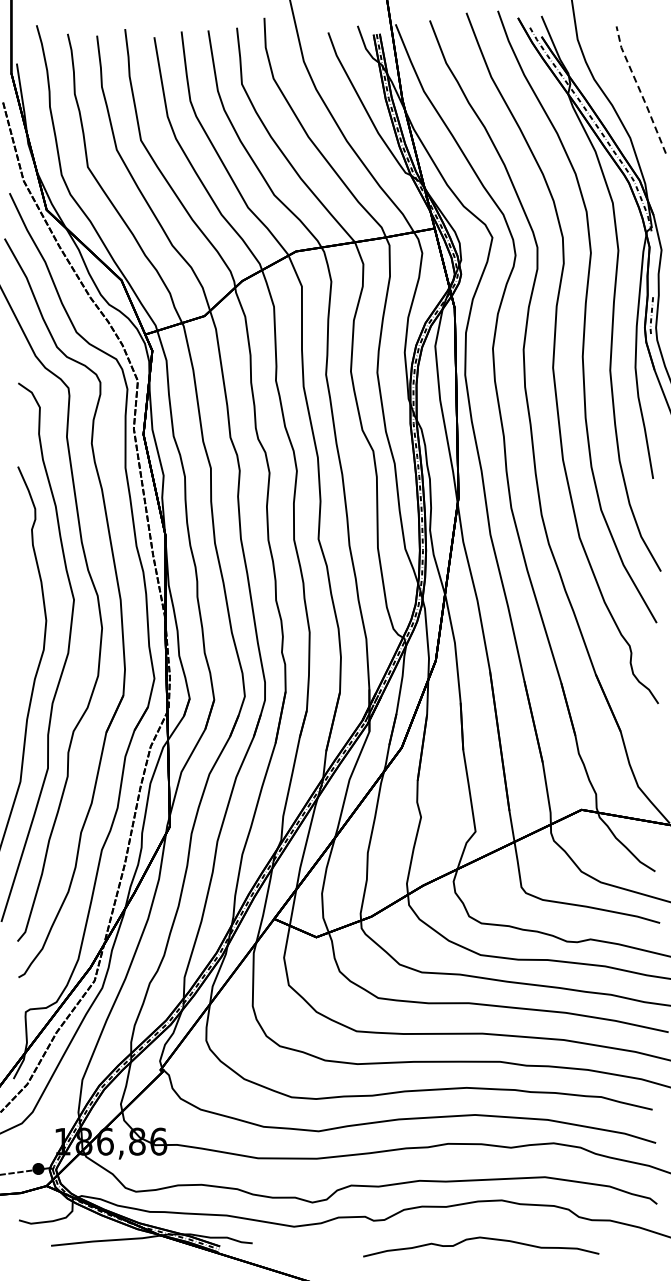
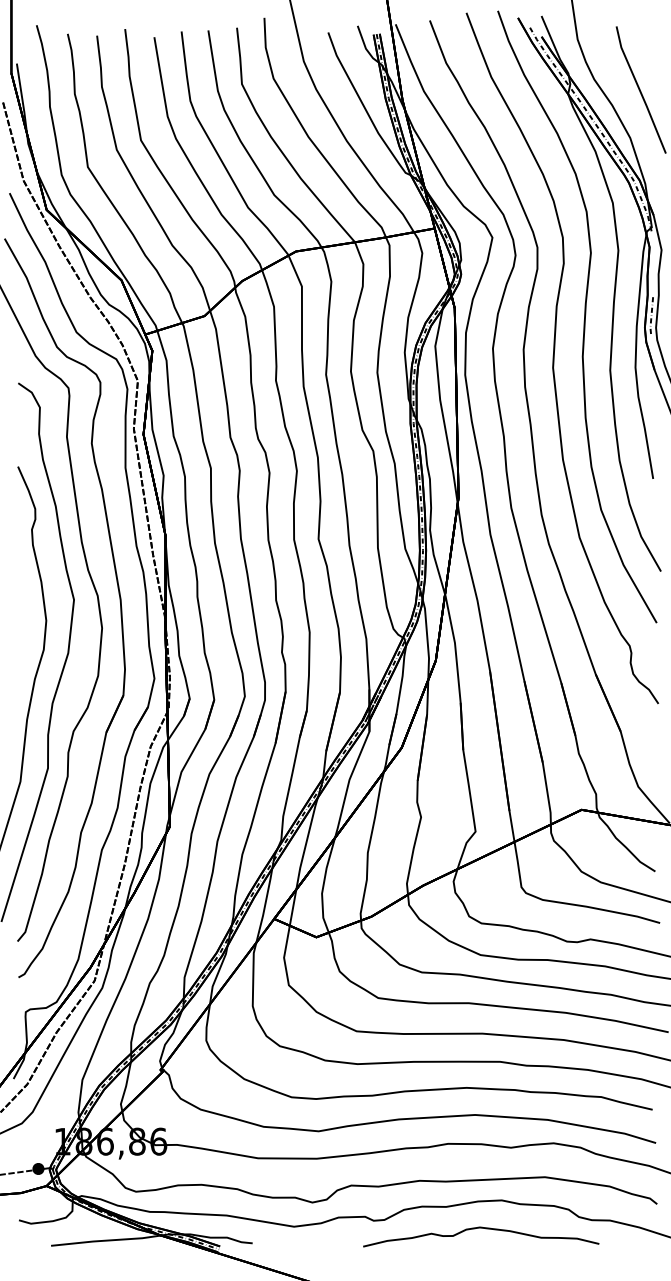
line at (639, 90): dashed -> solid
curve at (481, 1238) position: (481, 1238) -> (481, 1228)
